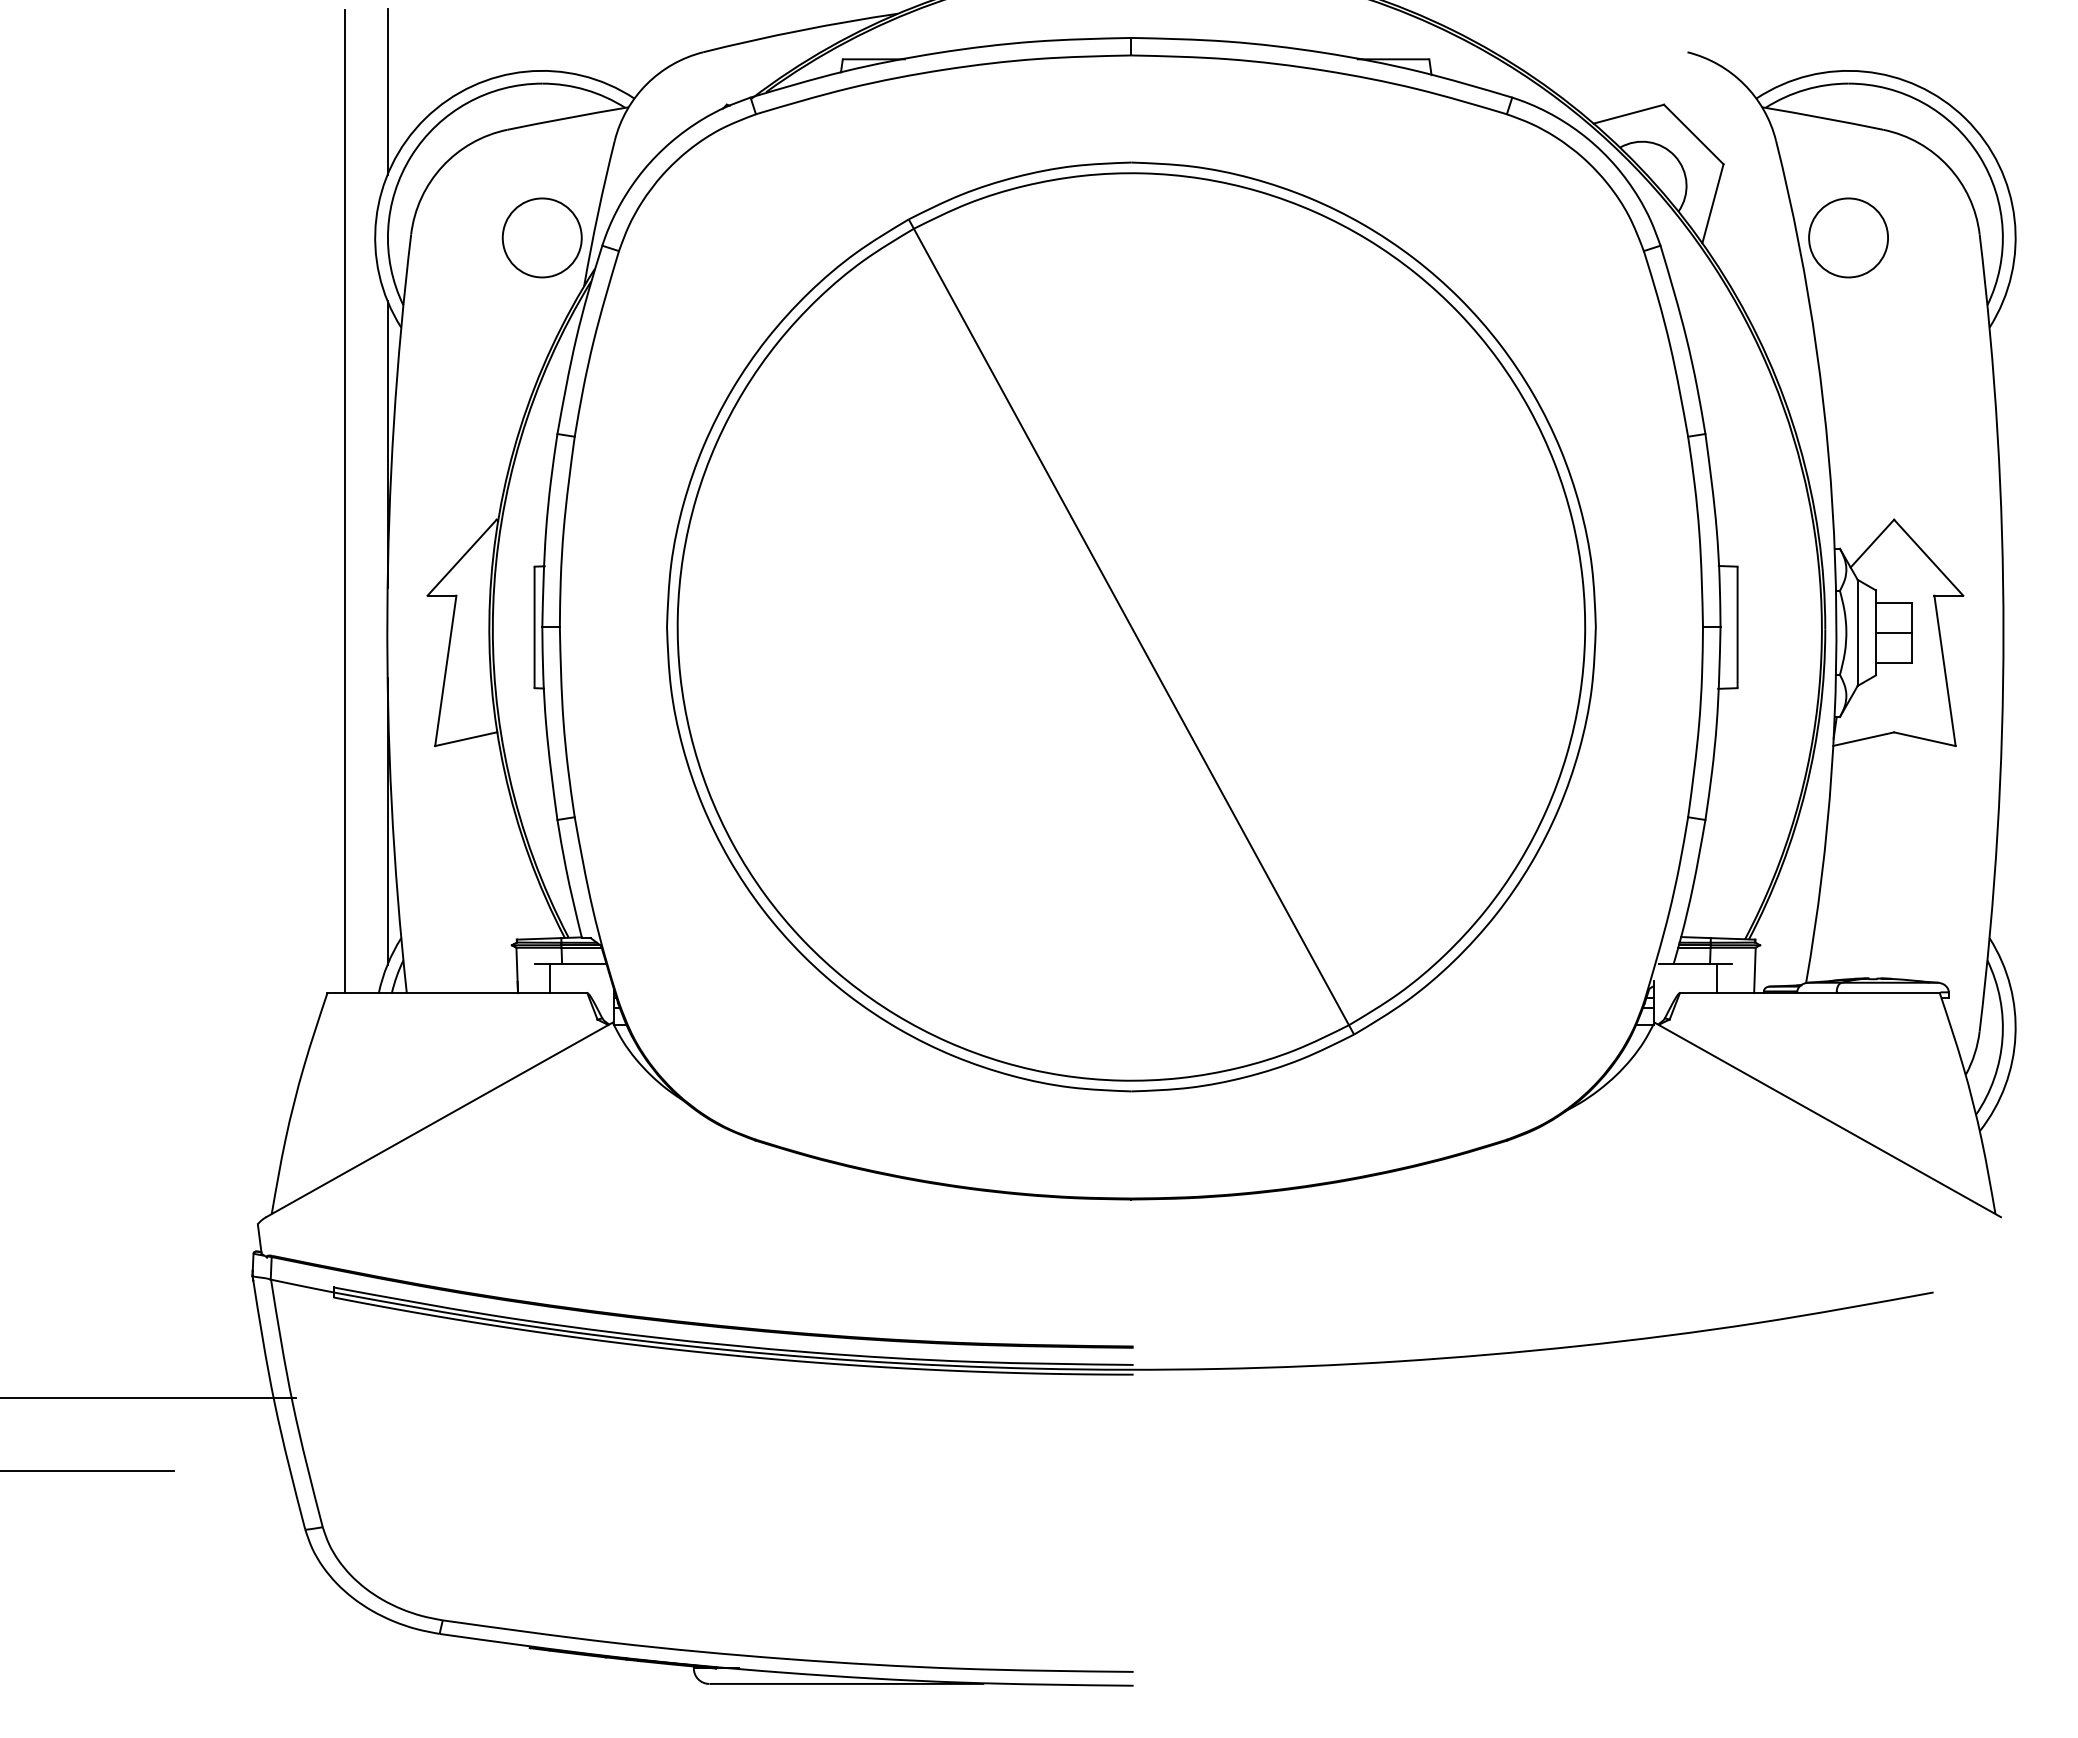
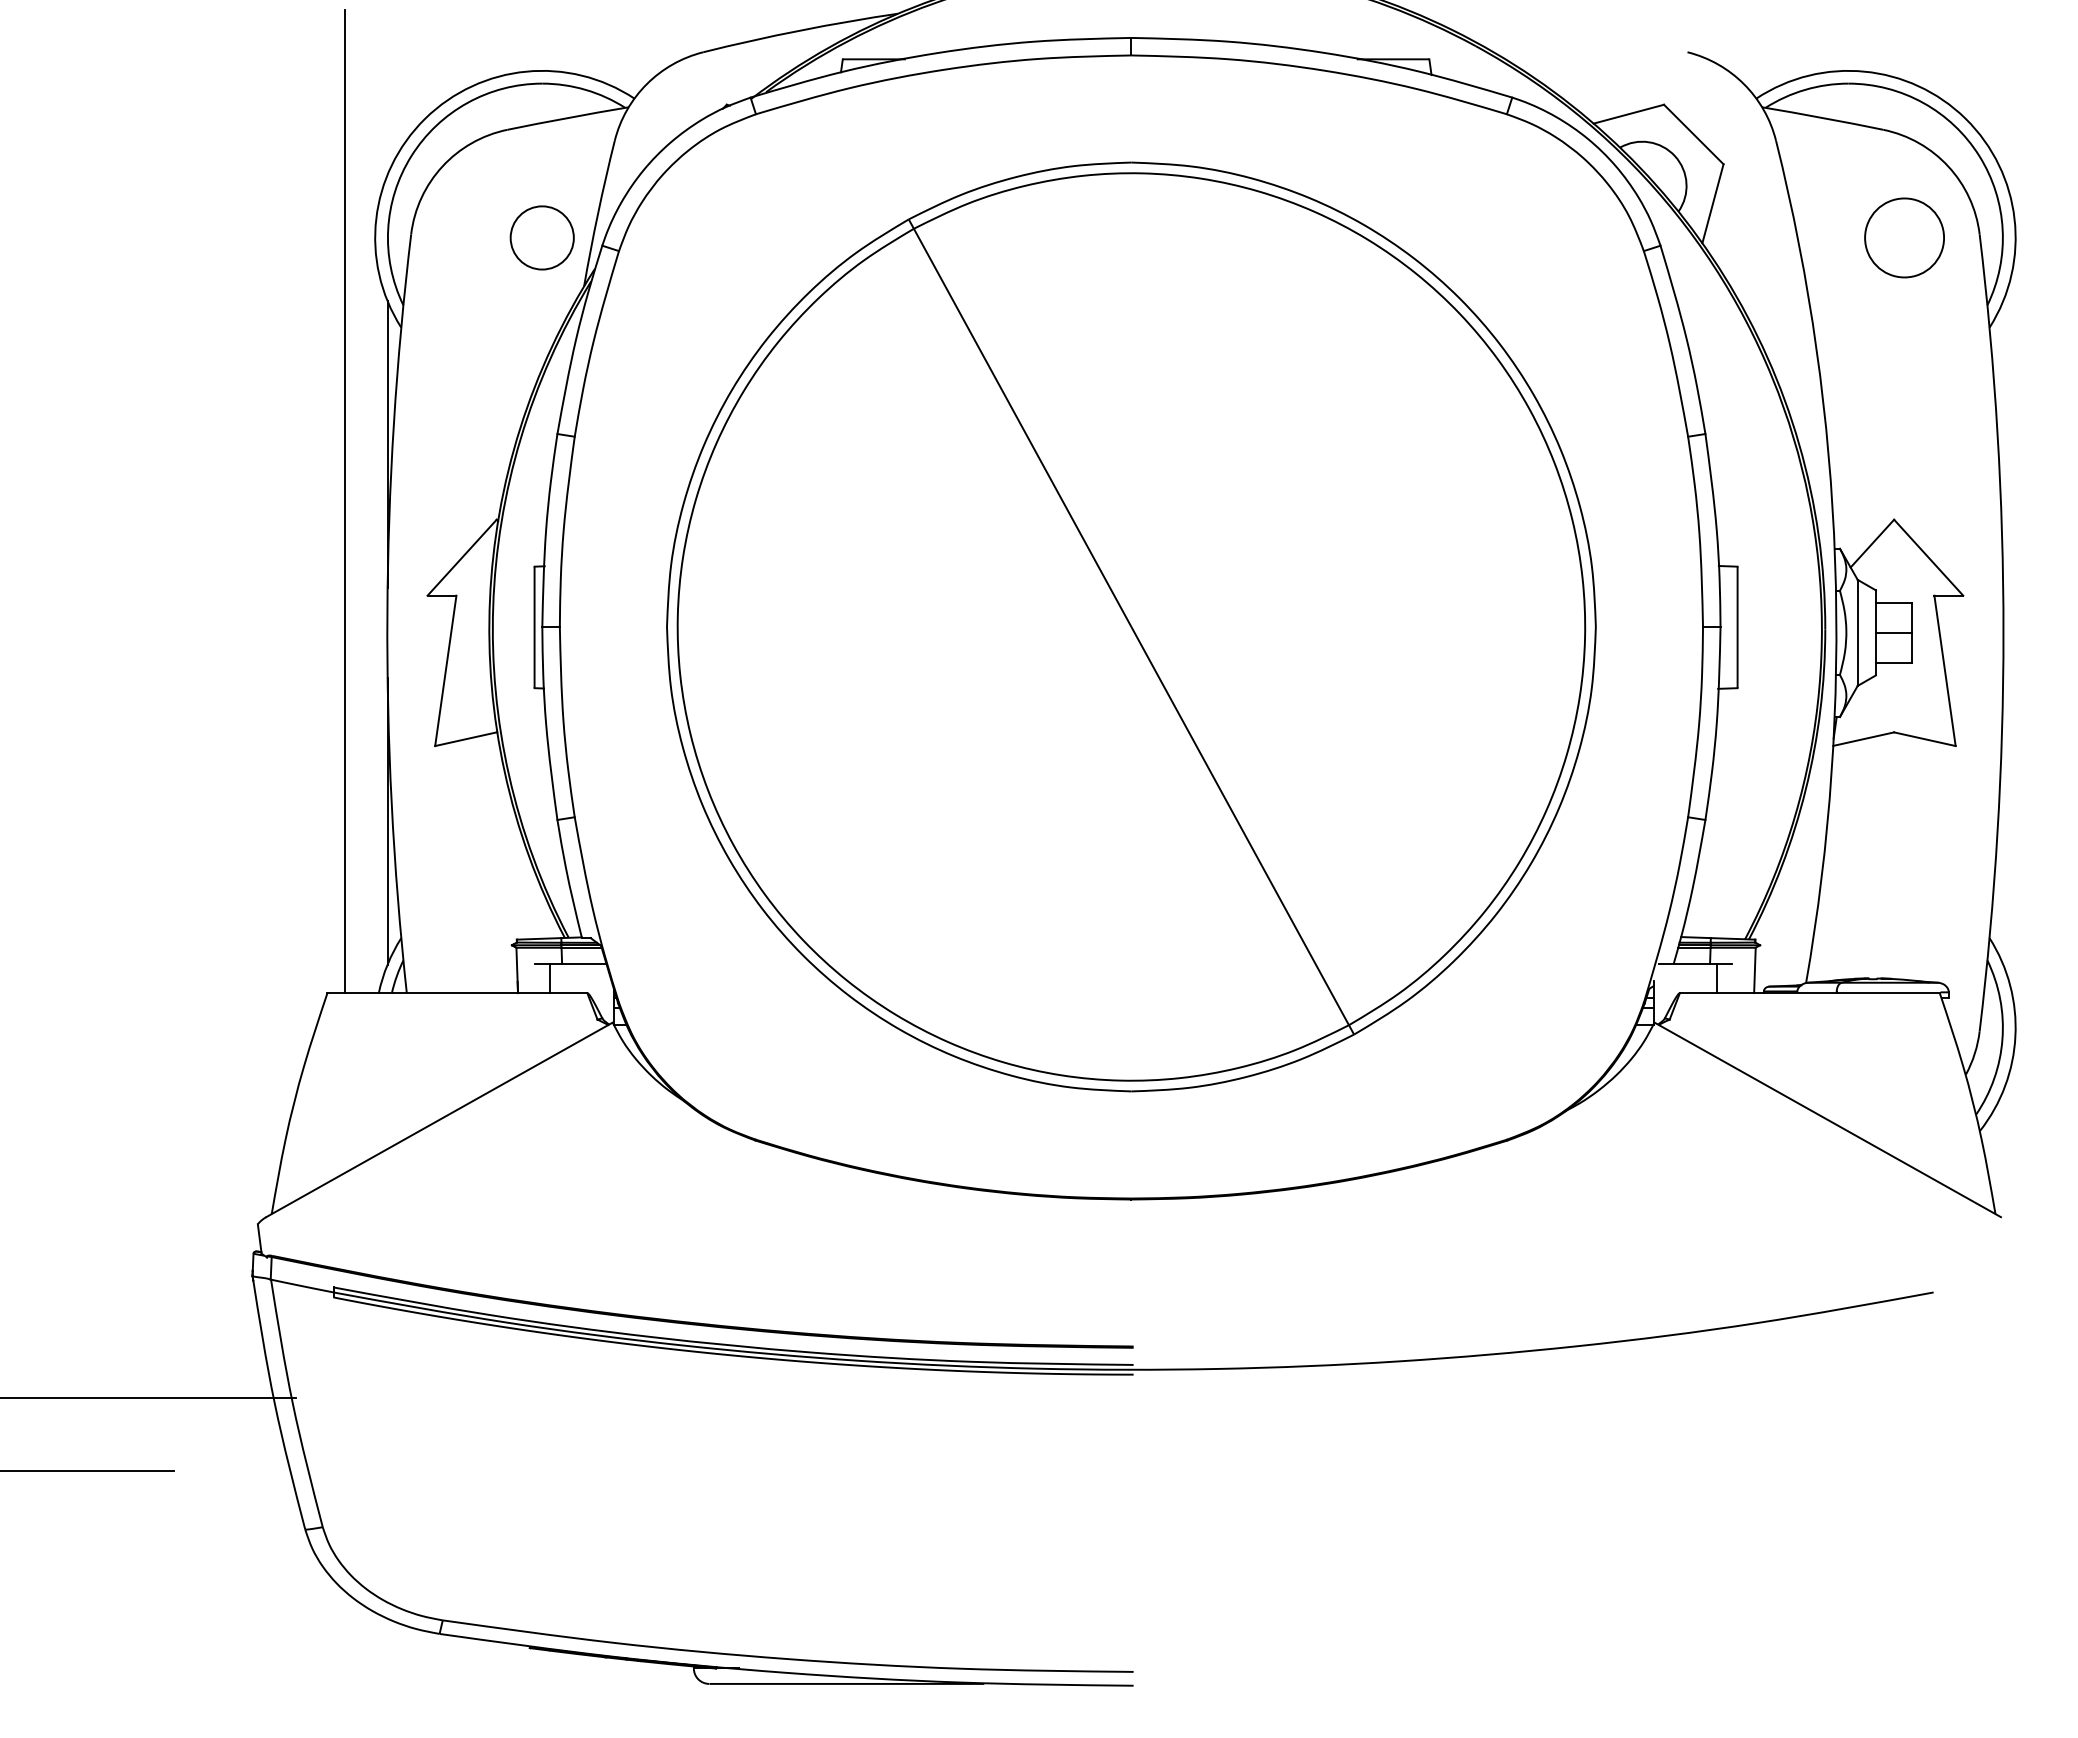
line at (387, 91): present -> none
circle at (541, 237) diameter: 79 px -> 63 px
circle at (1848, 237) position: (1848, 237) -> (1904, 237)
